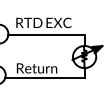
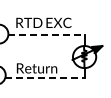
line at (46, 35): solid -> dashed
line at (44, 77): solid -> dashed
